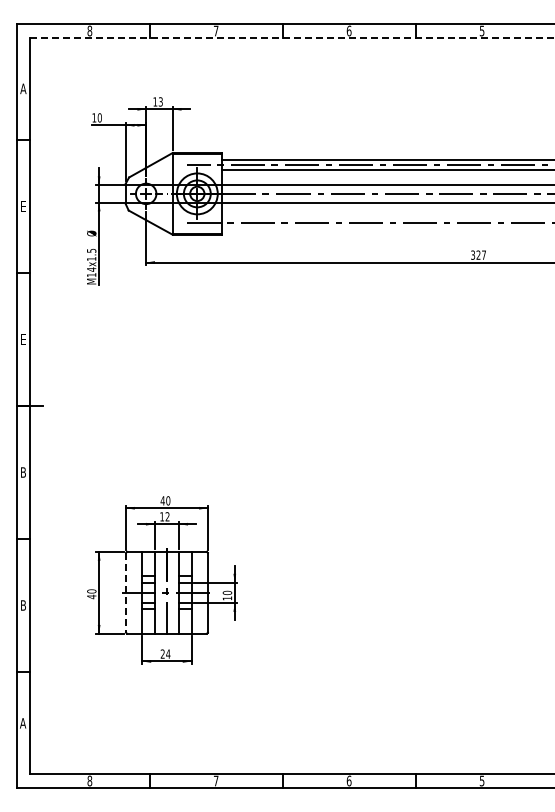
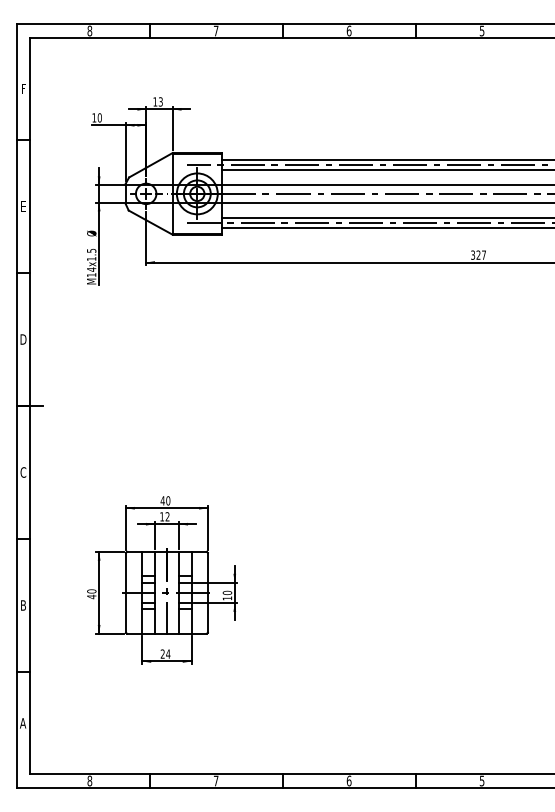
line at (292, 37): dashed -> solid
text at (23, 88): A -> F
line at (386, 217): none -> present
line at (386, 227): none -> present
text at (23, 339): E -> D
text at (23, 472): B -> C
line at (126, 592): dashed -> solid
